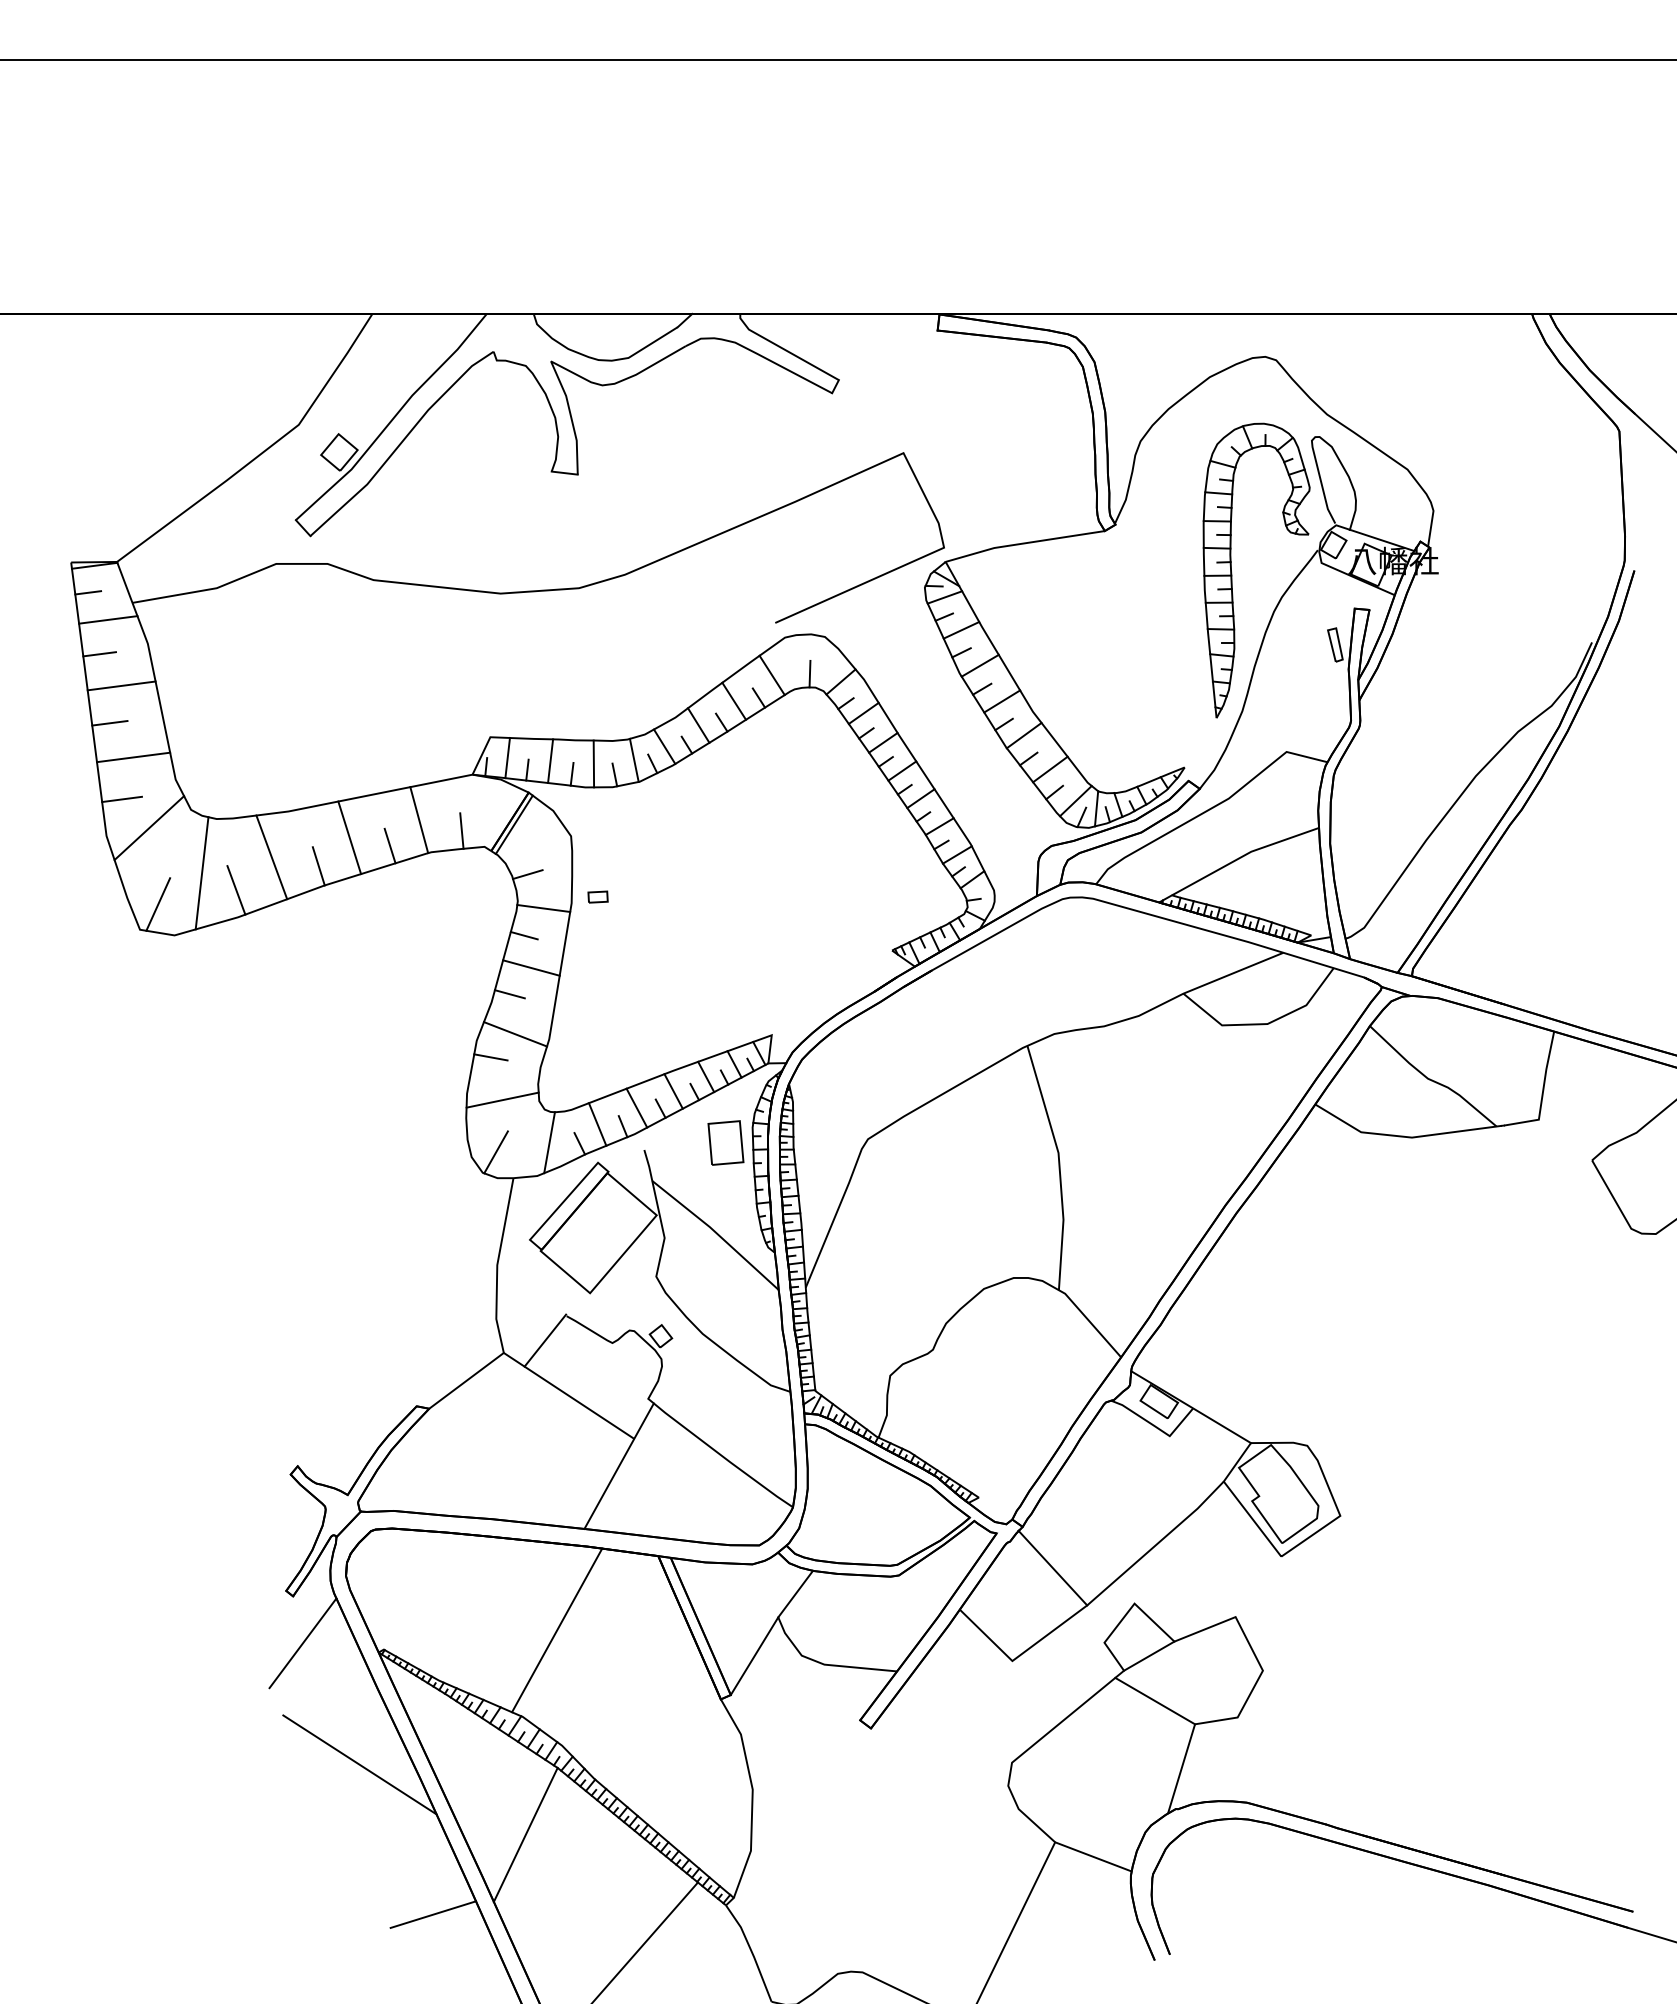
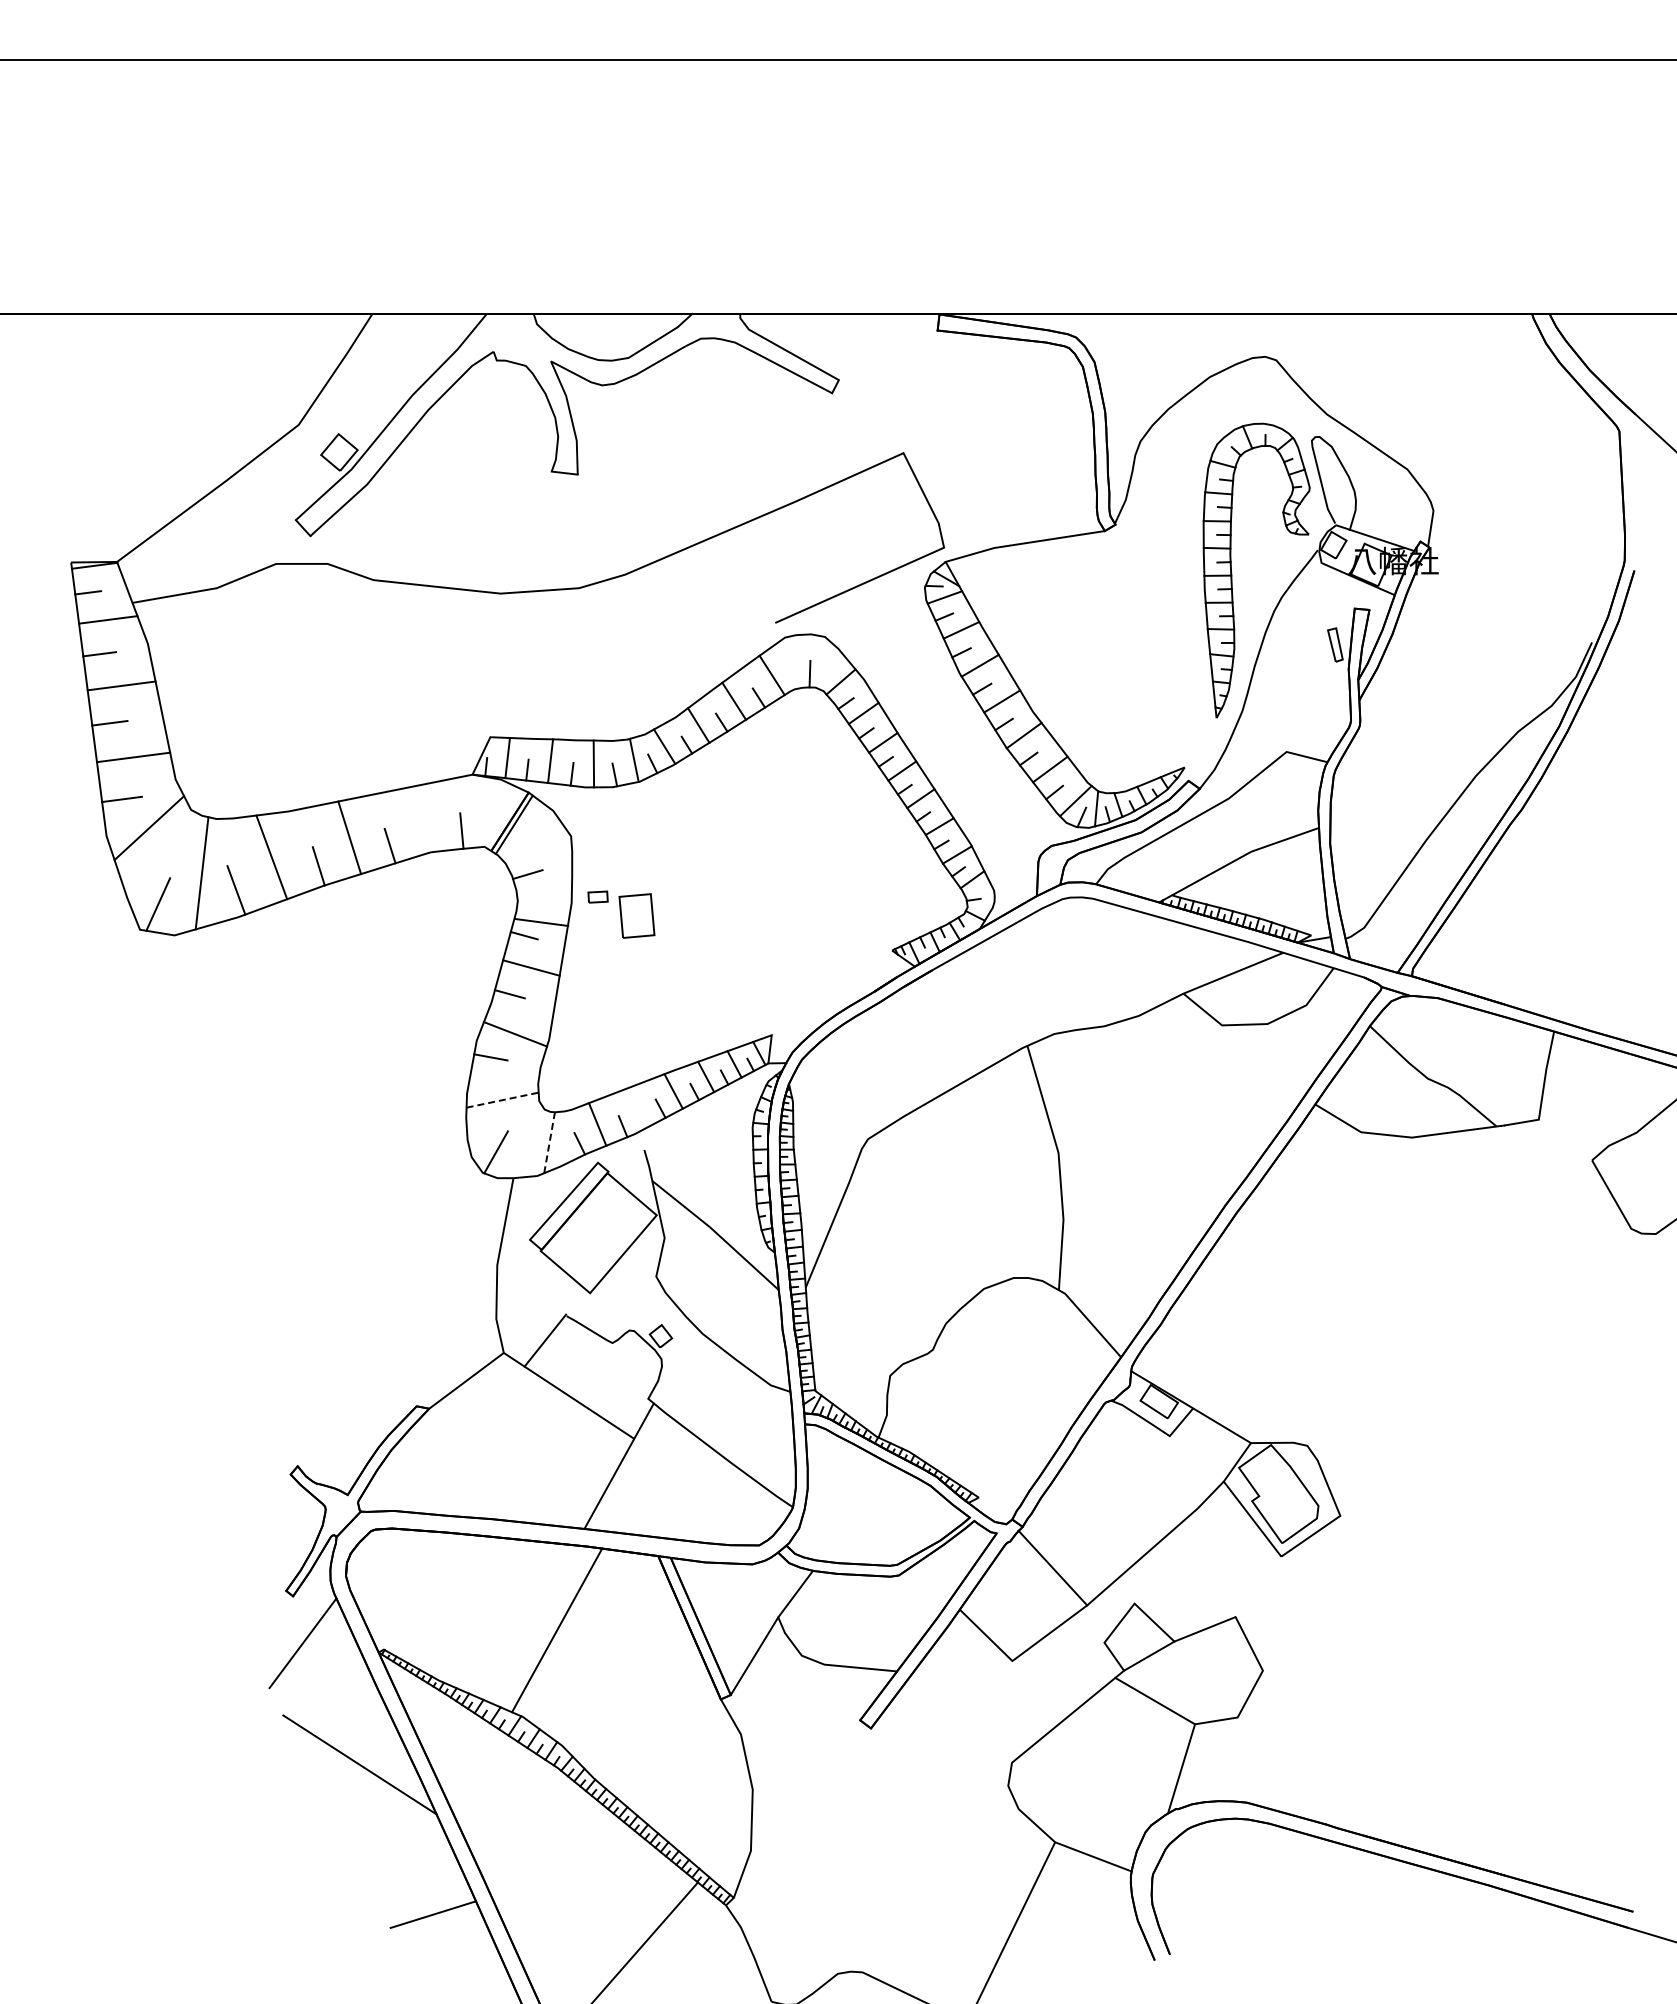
line at (419, 820): present -> none
line at (543, 908) position: (543, 908) -> (541, 922)
line at (502, 1100): solid -> dashed
line at (636, 1107): present -> none
line at (549, 1142): solid -> dashed
part at (725, 1142) position: (725, 1142) -> (636, 915)
line at (525, 1834): present -> none
